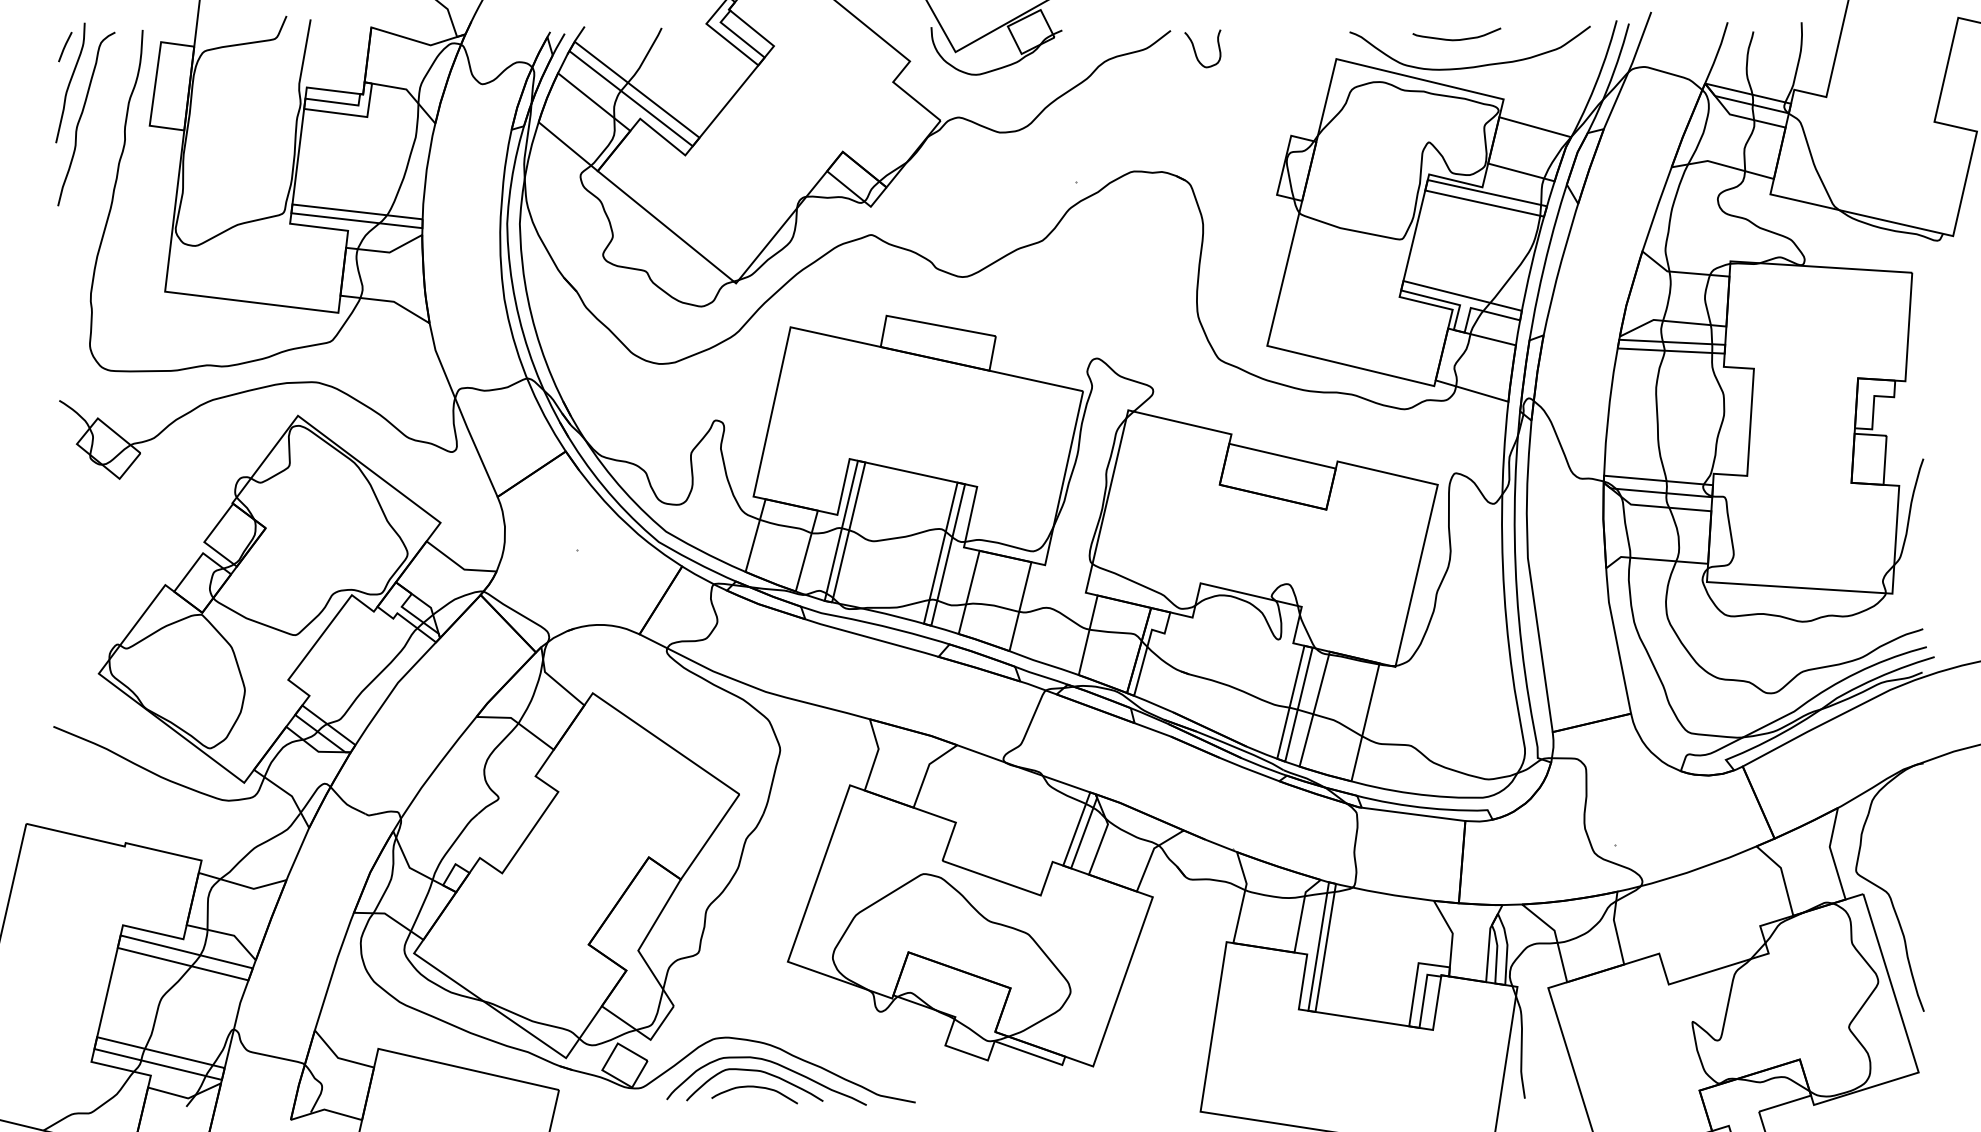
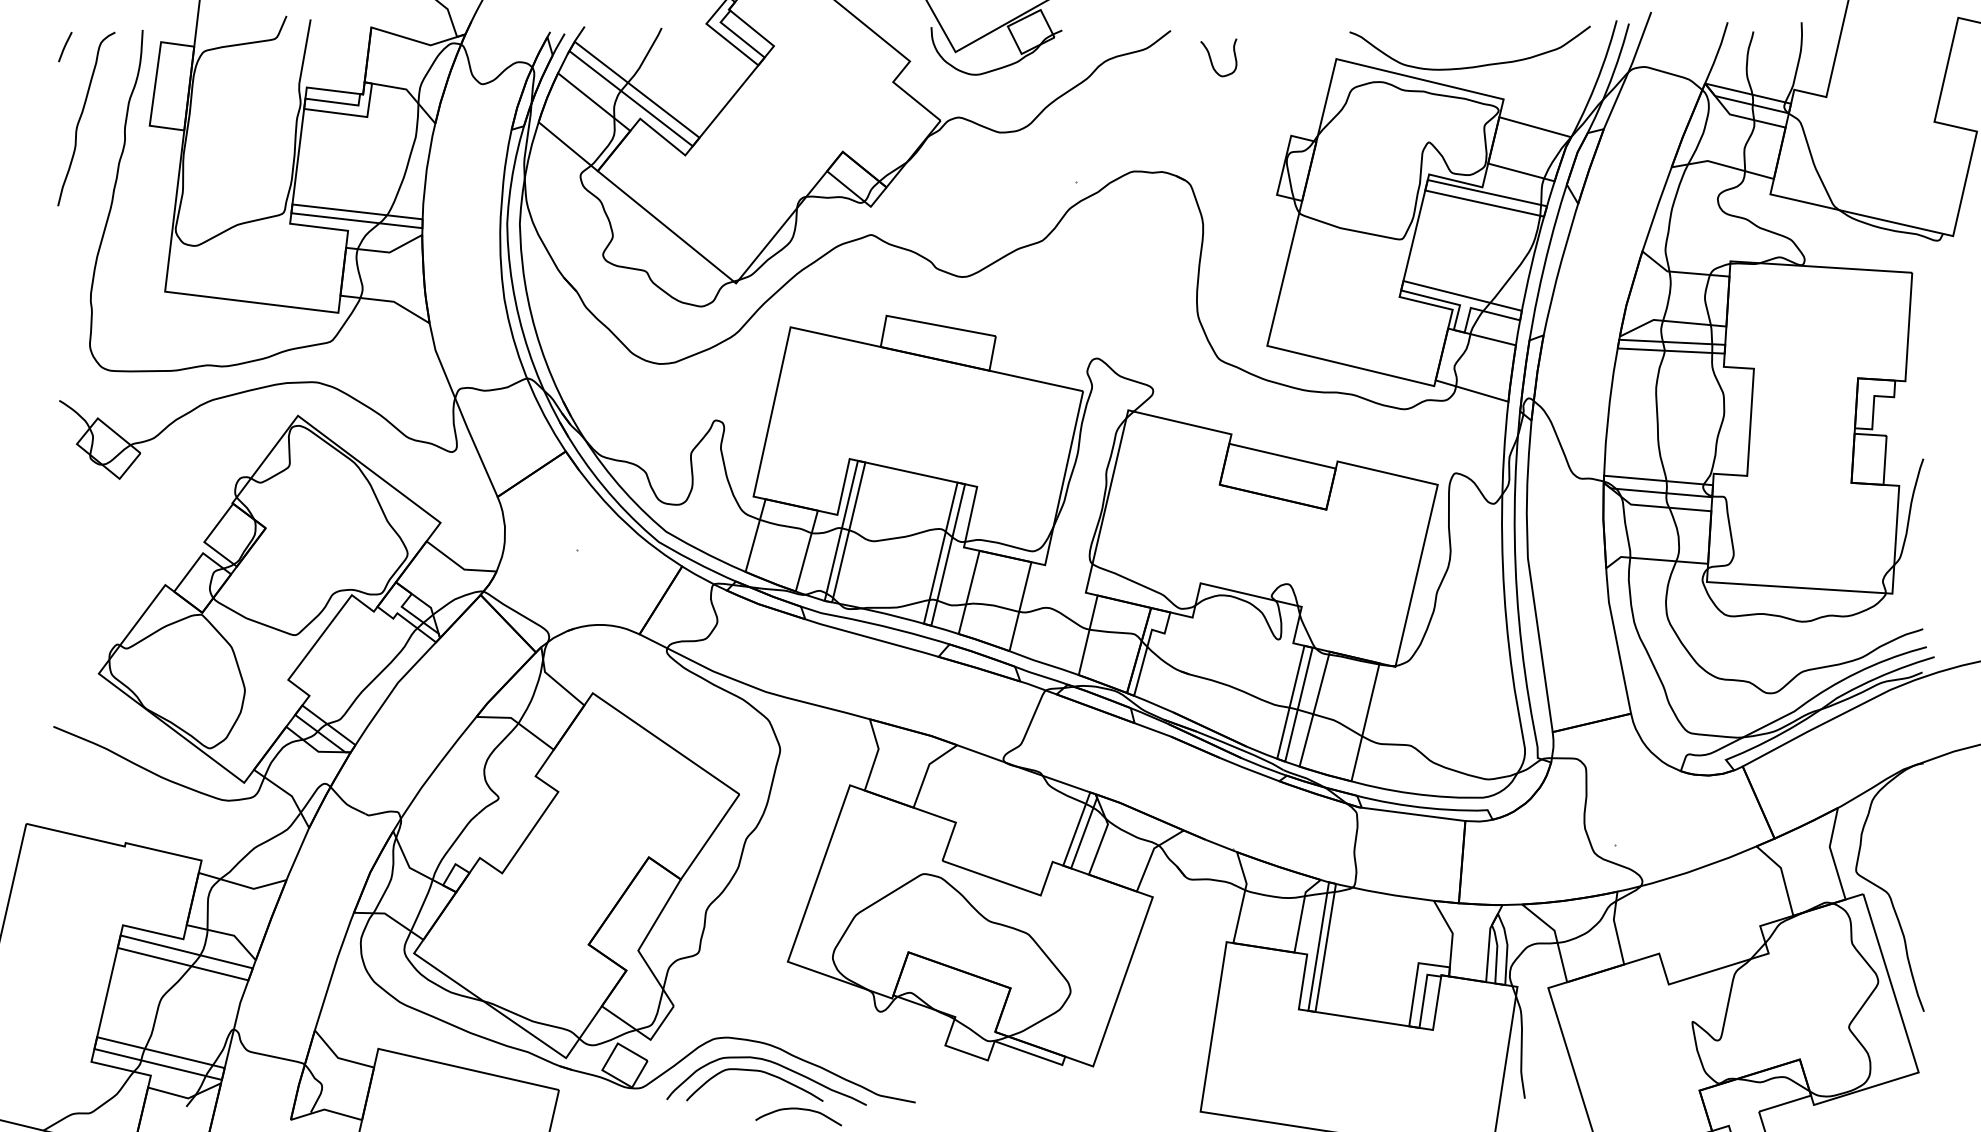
curve at (1456, 39): present -> none
curve at (1195, 49) position: (1195, 49) -> (1211, 58)
curve at (70, 82): present -> none
curve at (754, 1087) position: (754, 1087) -> (798, 1109)
